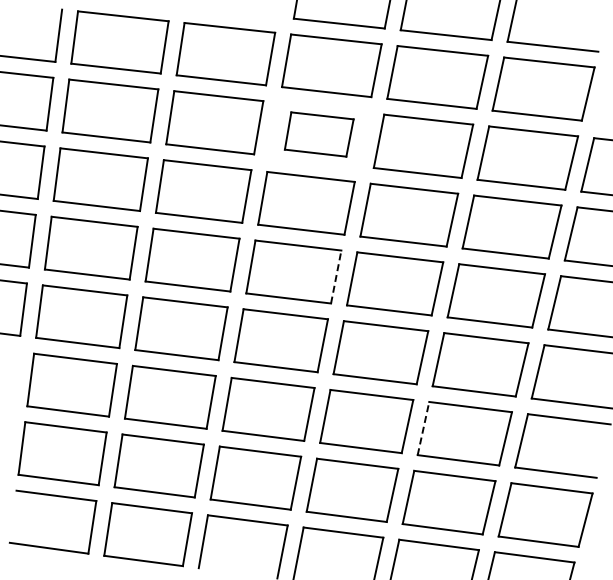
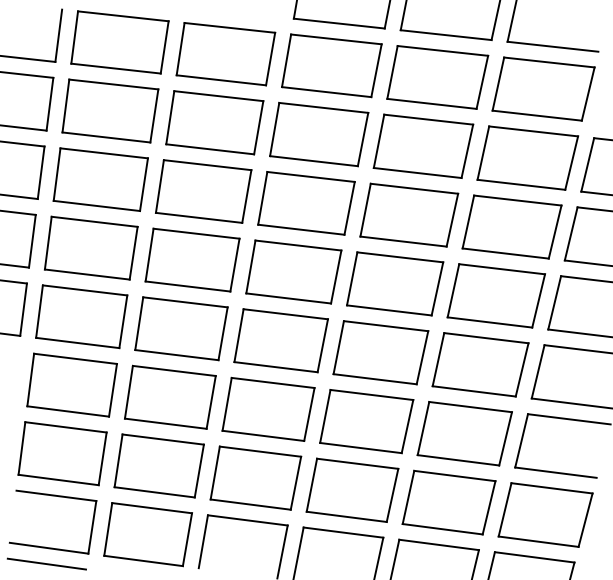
part at (318, 134) size: 72x47 px -> 101x67 px
line at (336, 277): dashed -> solid
line at (423, 428): dashed -> solid
line at (46, 563): none -> present
